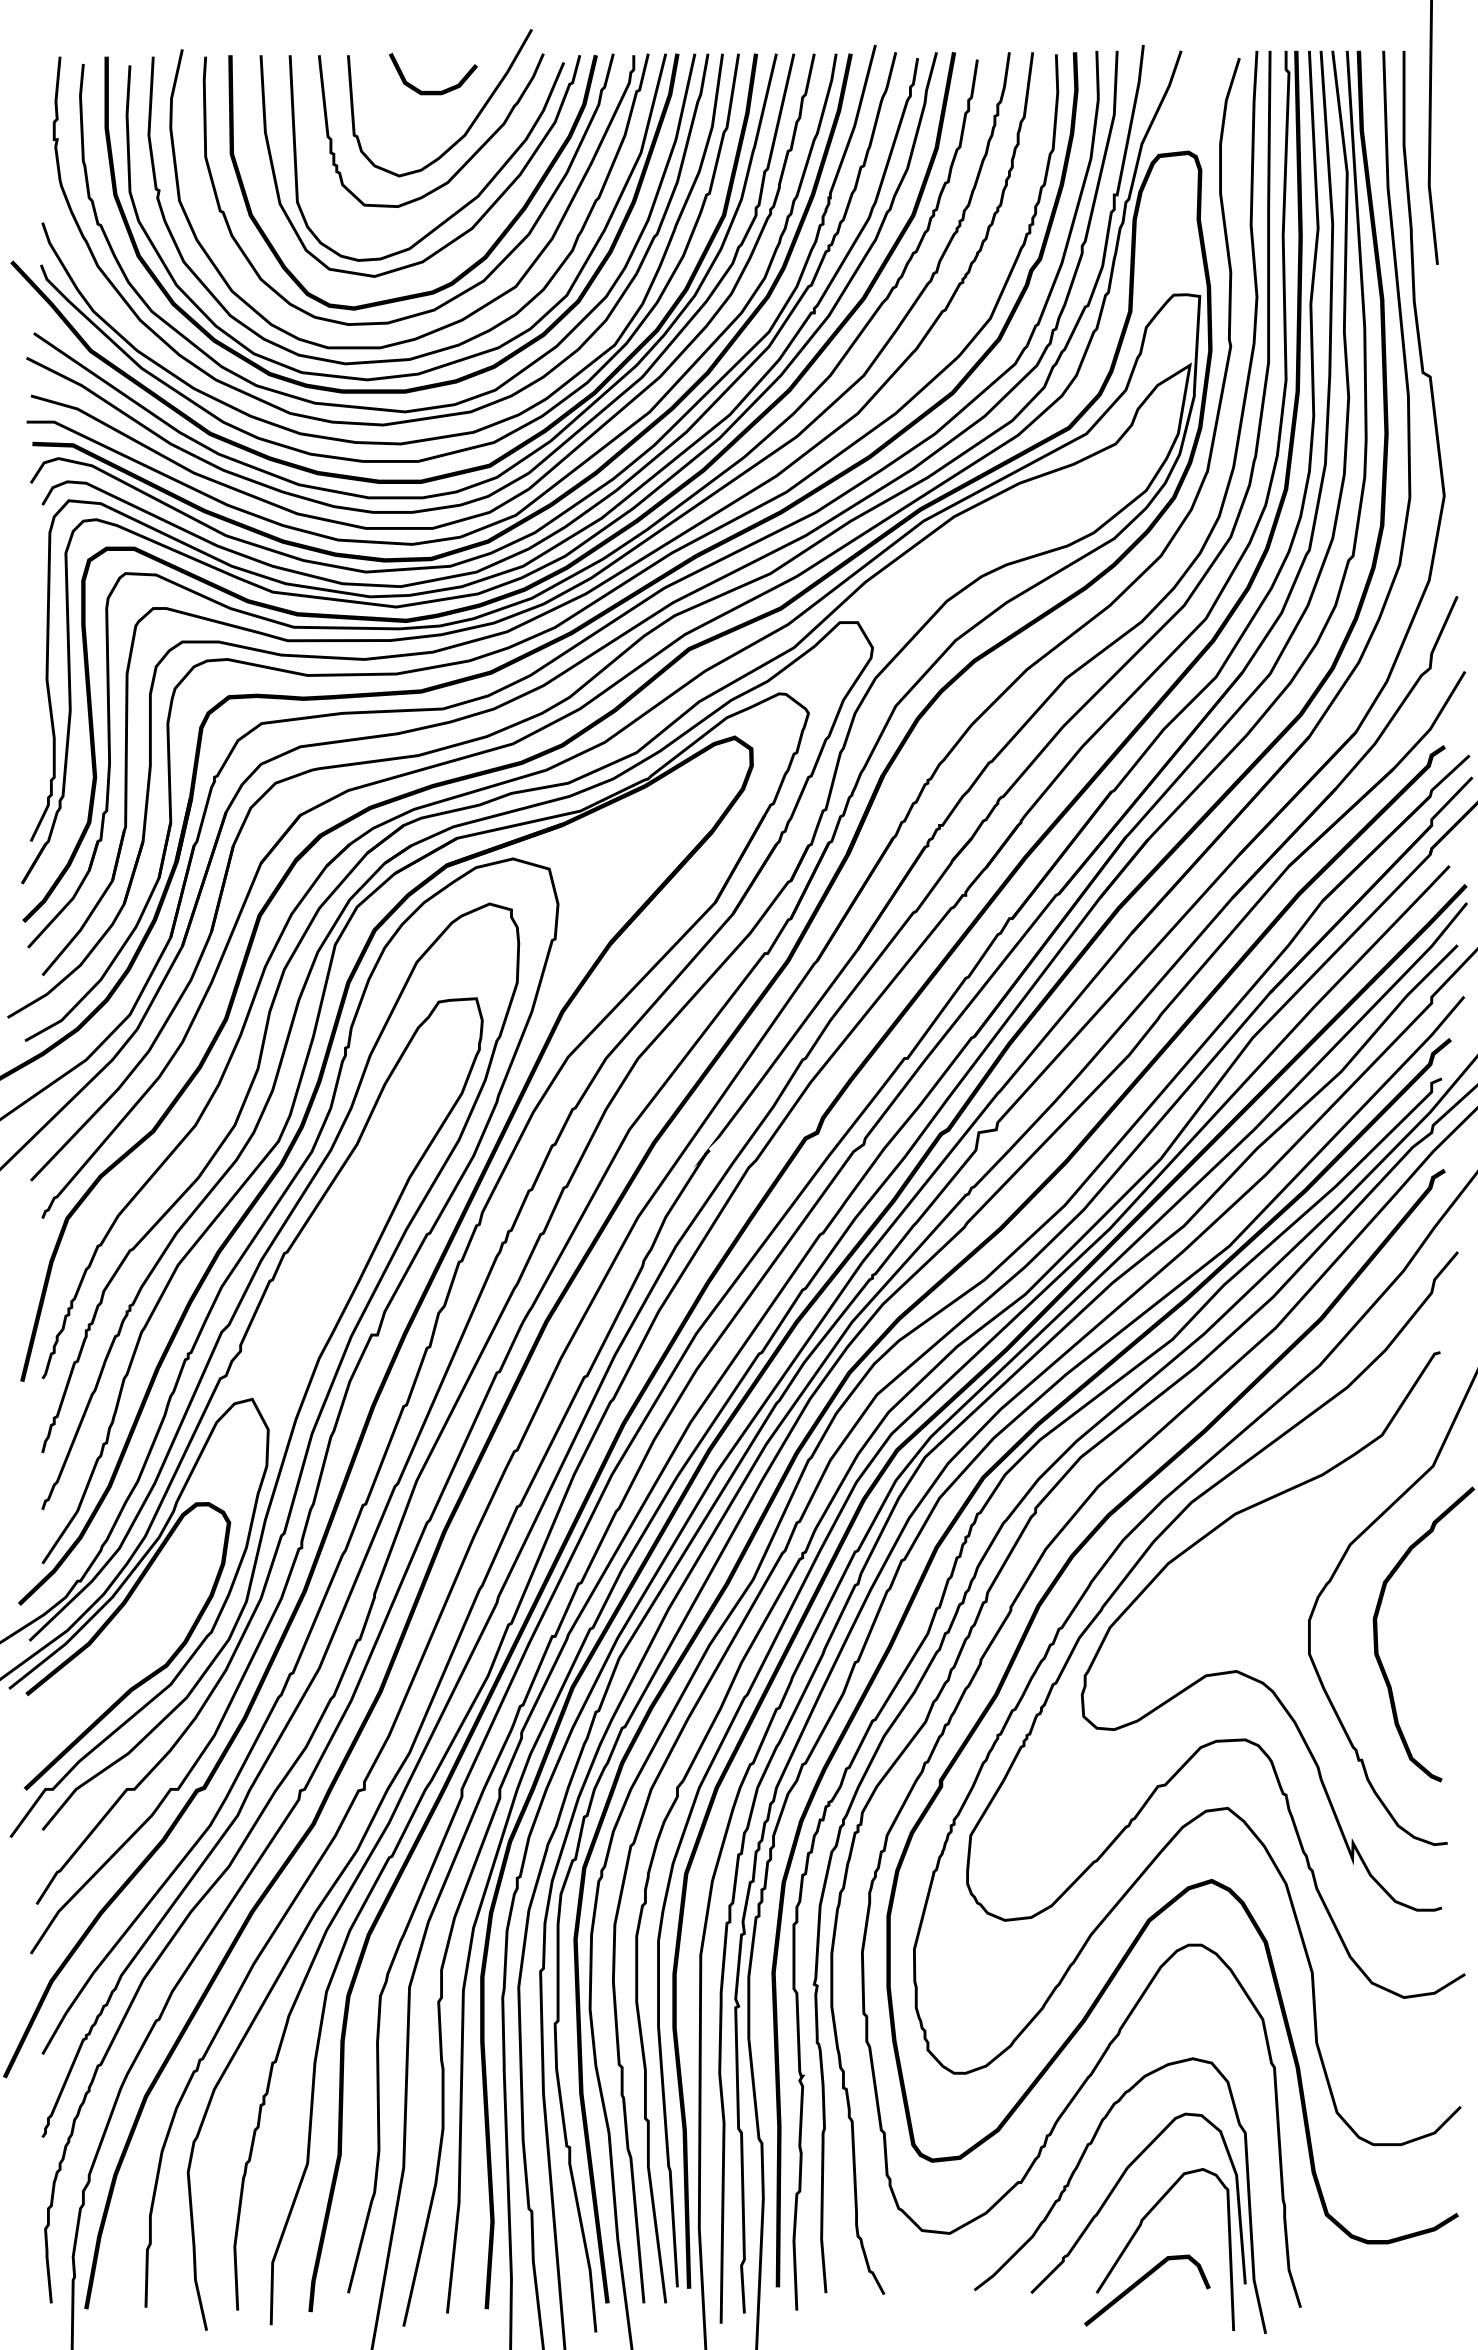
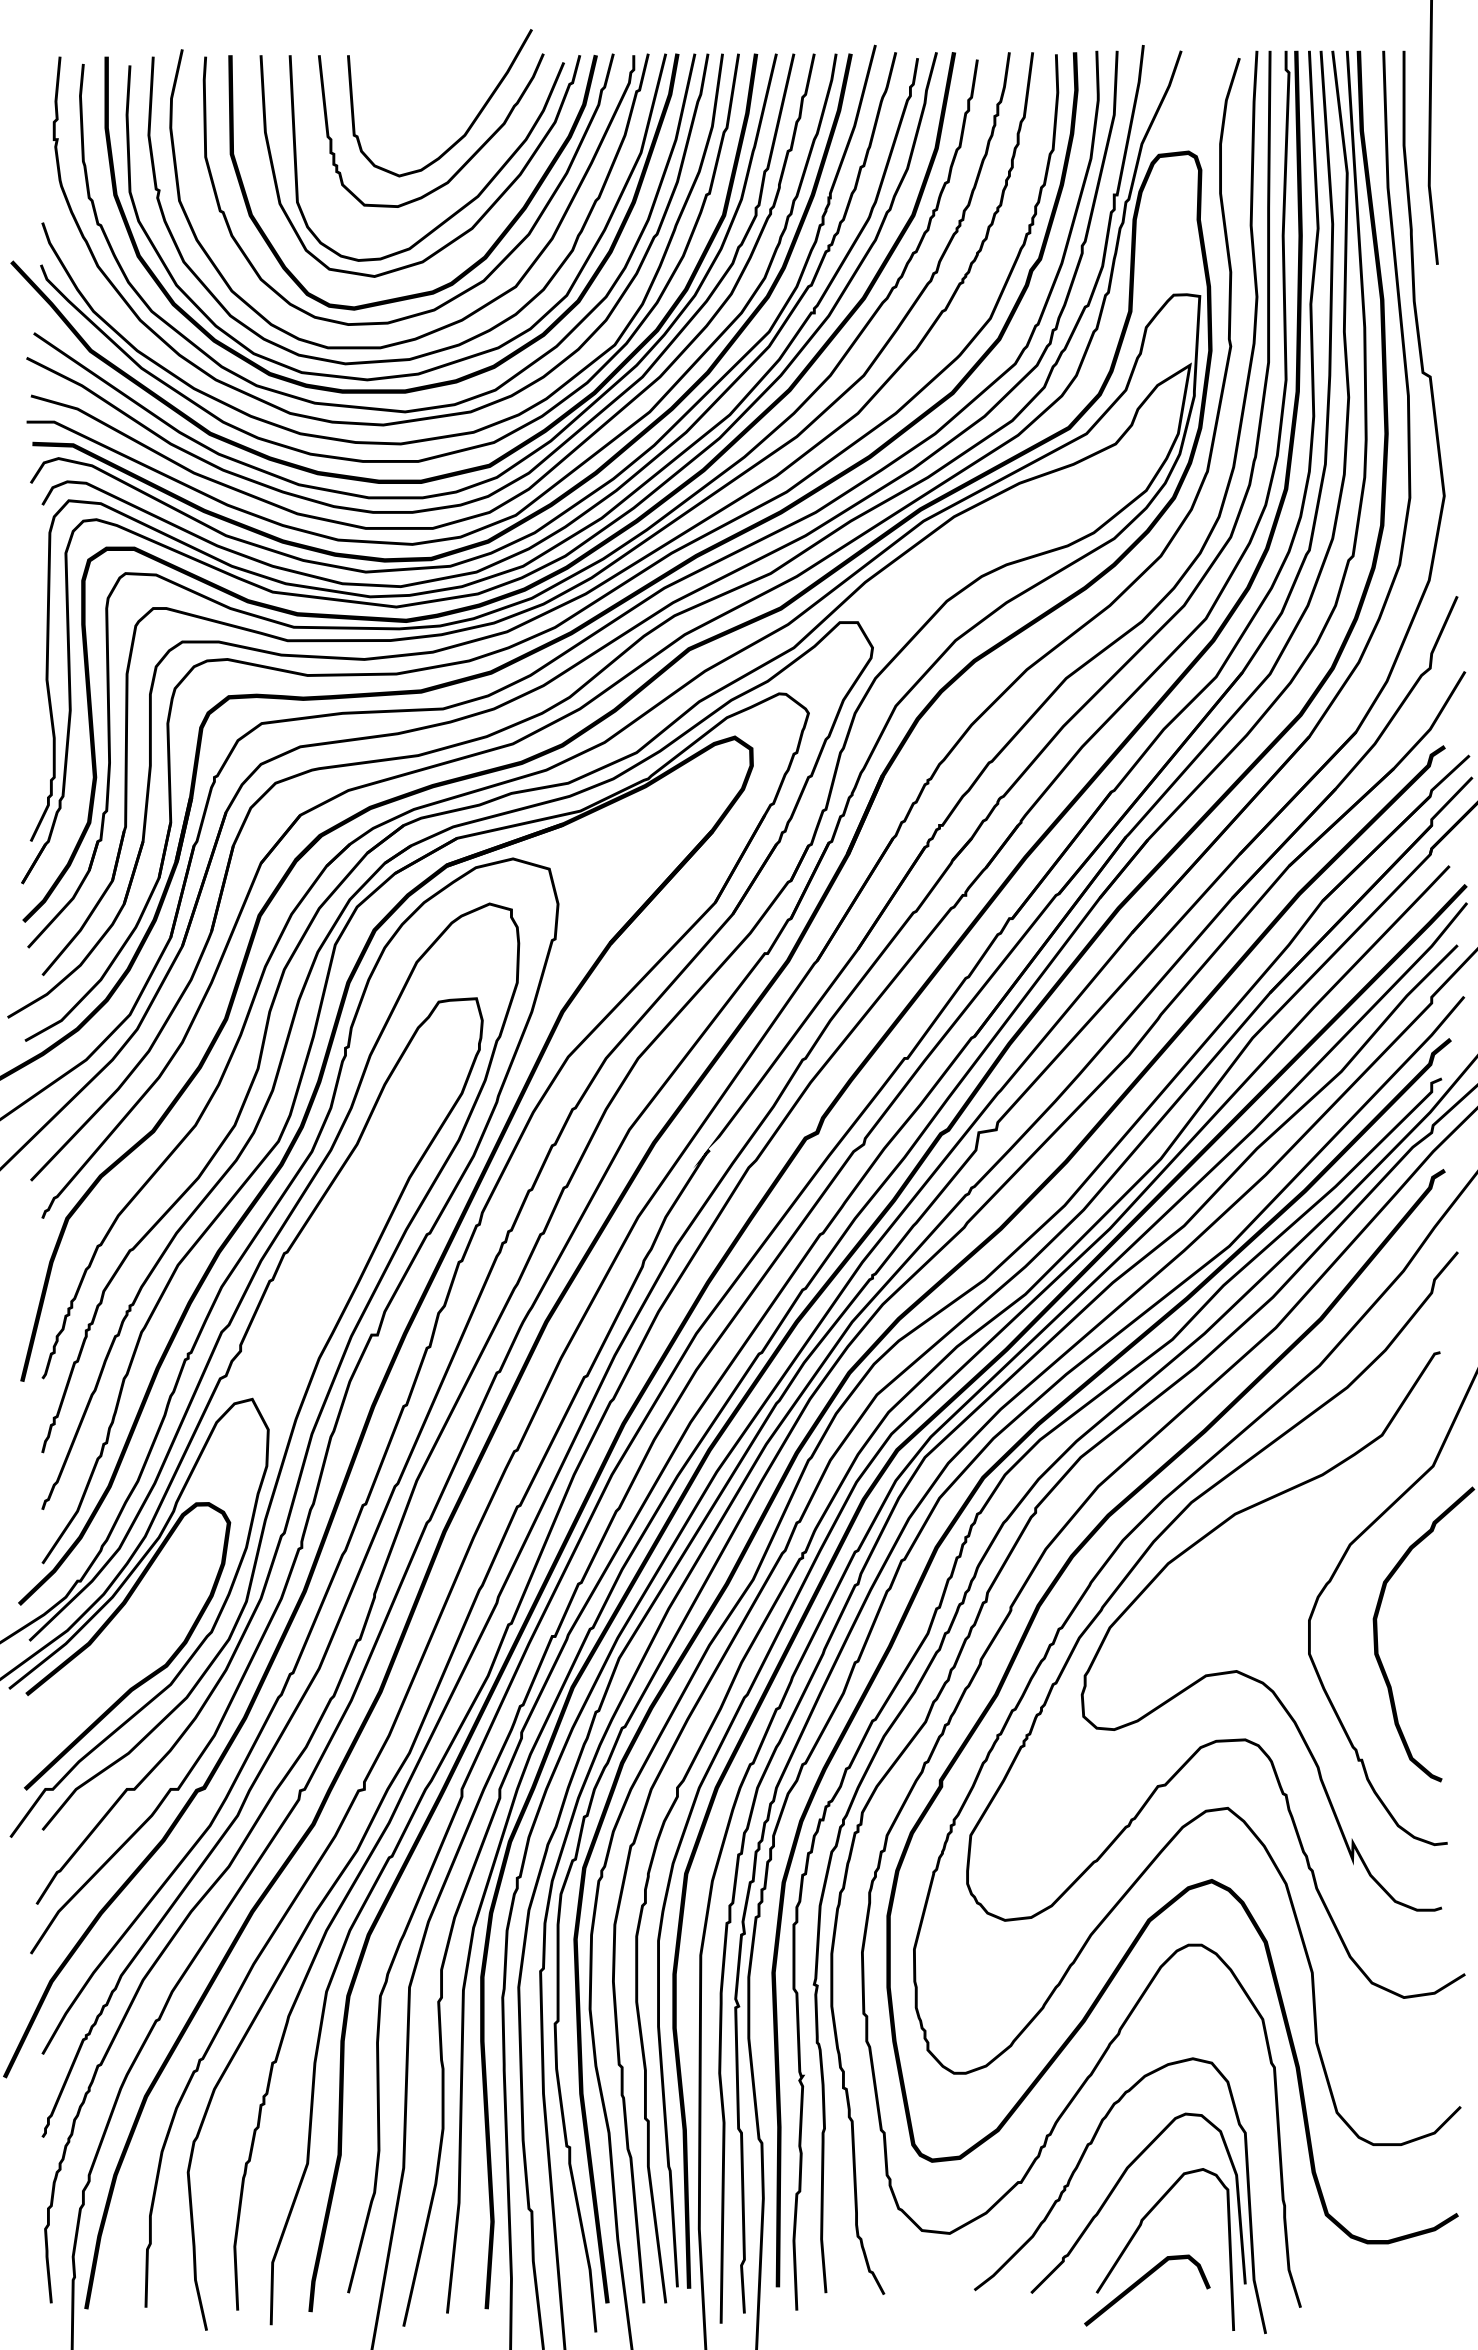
curve at (433, 90): present -> none
